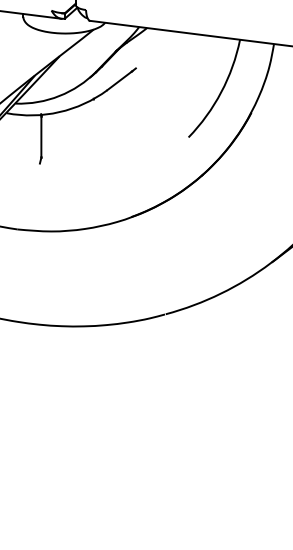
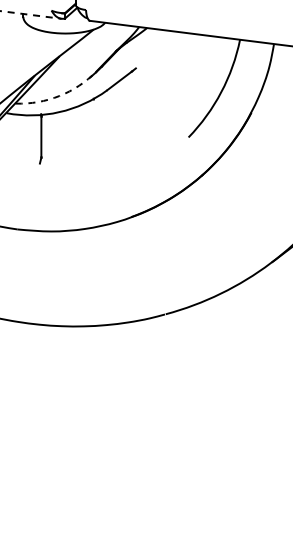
line at (30, 14): solid -> dashed
arc at (59, 96): solid -> dashed
